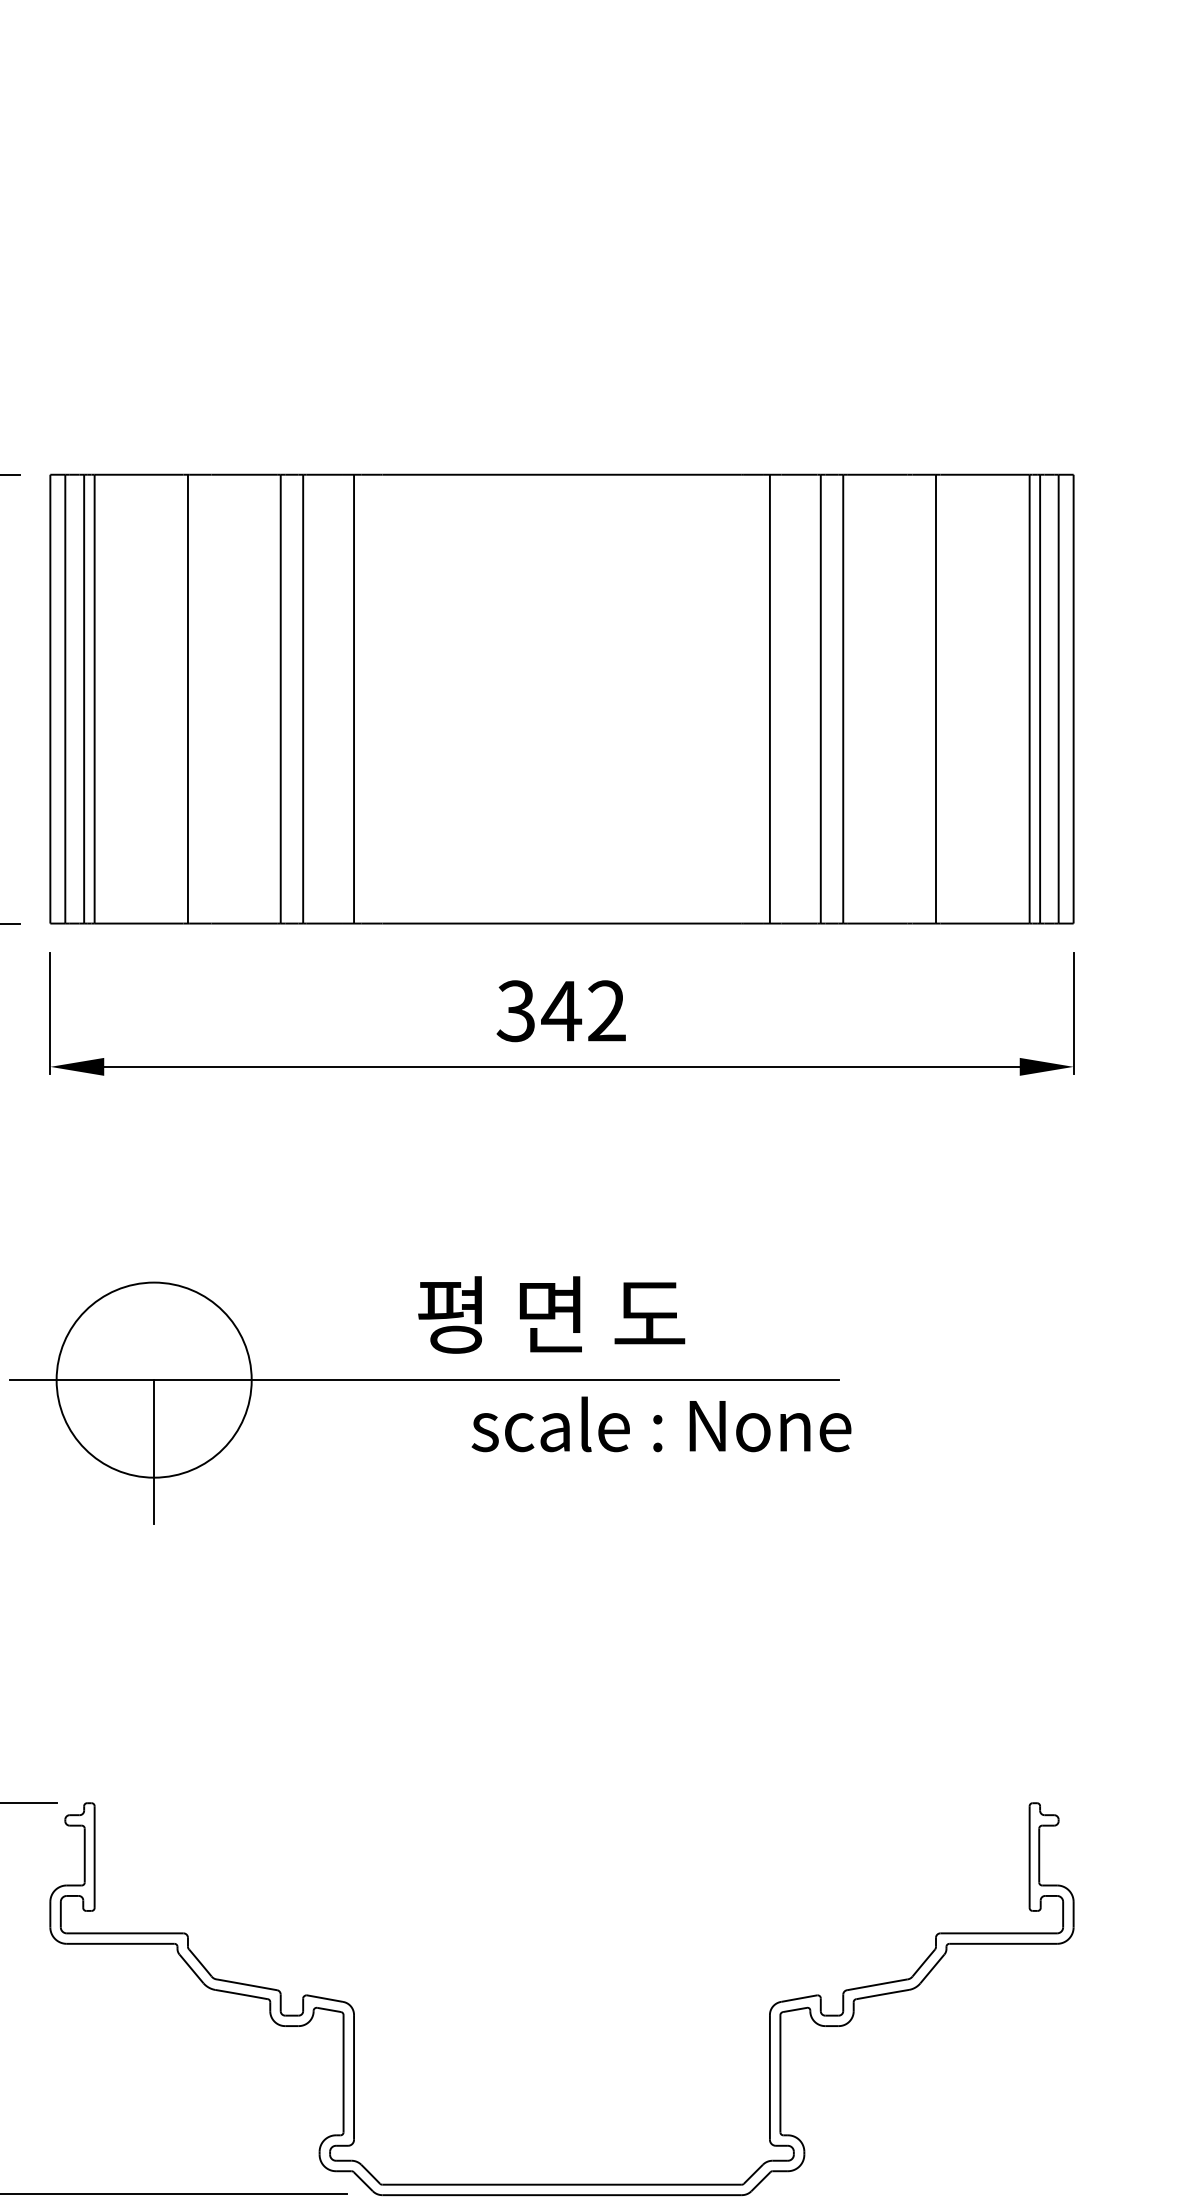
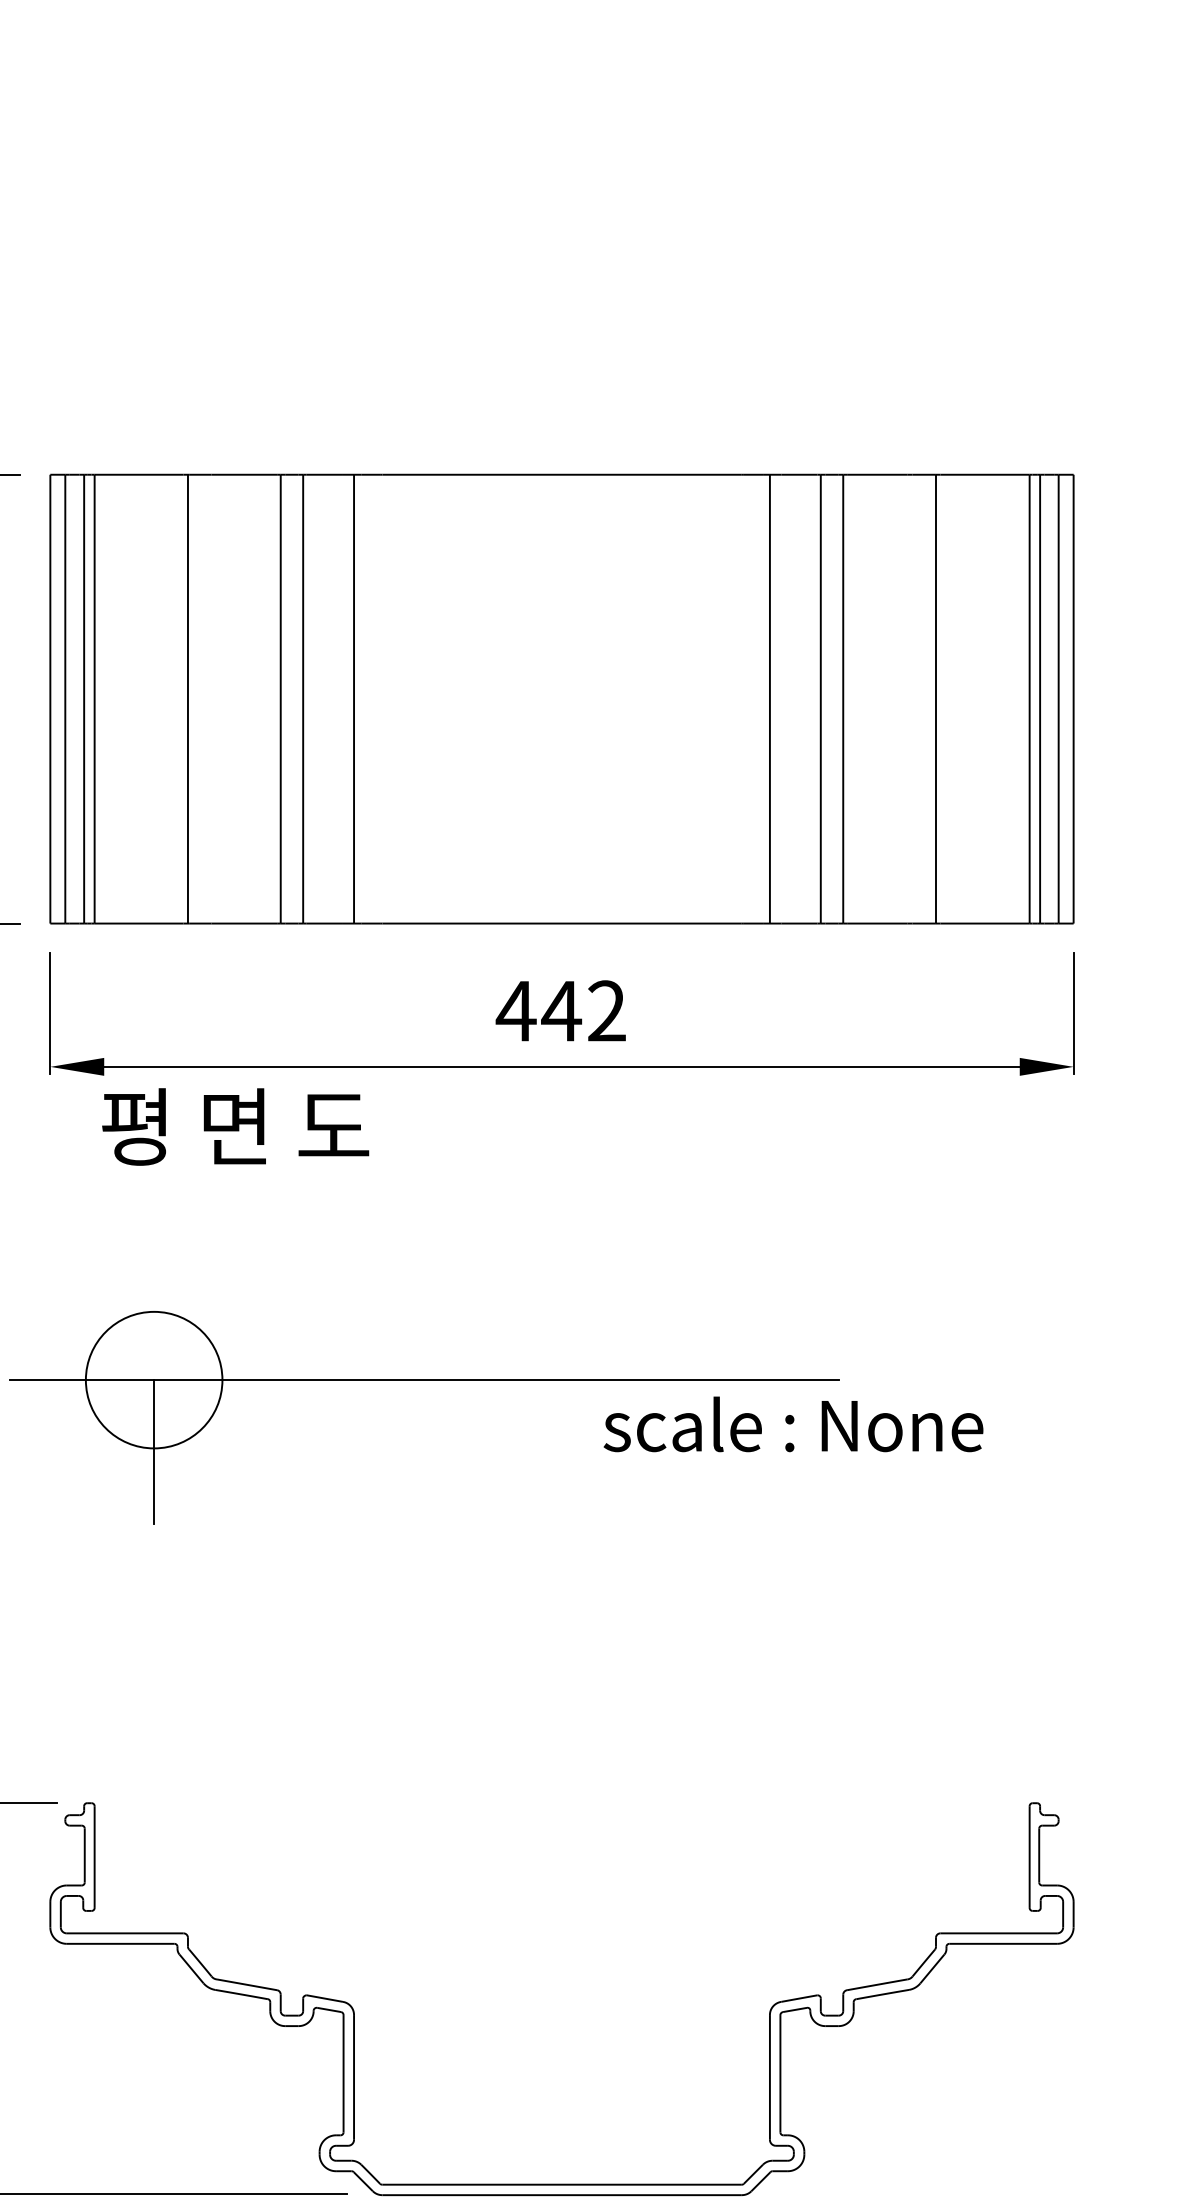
text at (515, 1011): 342 -> 442
text at (551, 1314) position: (551, 1314) -> (235, 1126)
circle at (153, 1379) diameter: 195 px -> 137 px
text at (661, 1424) position: (661, 1424) -> (793, 1424)
